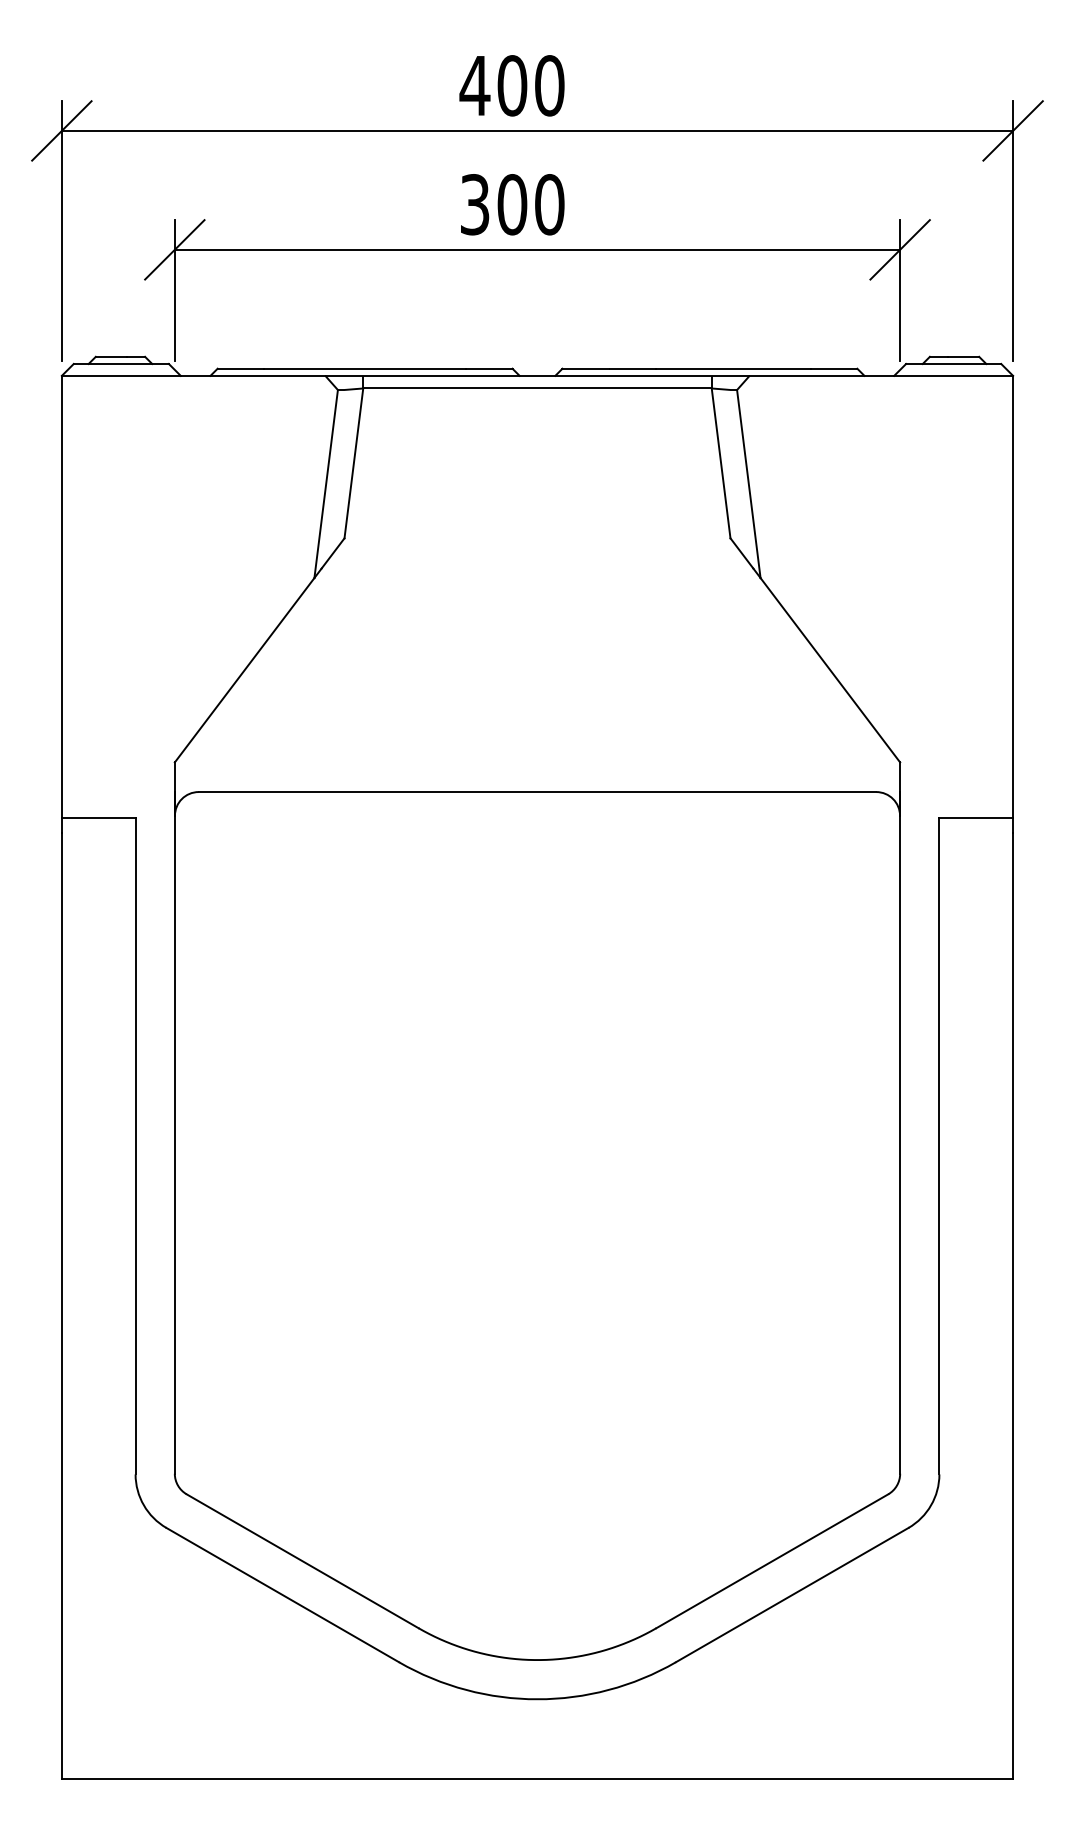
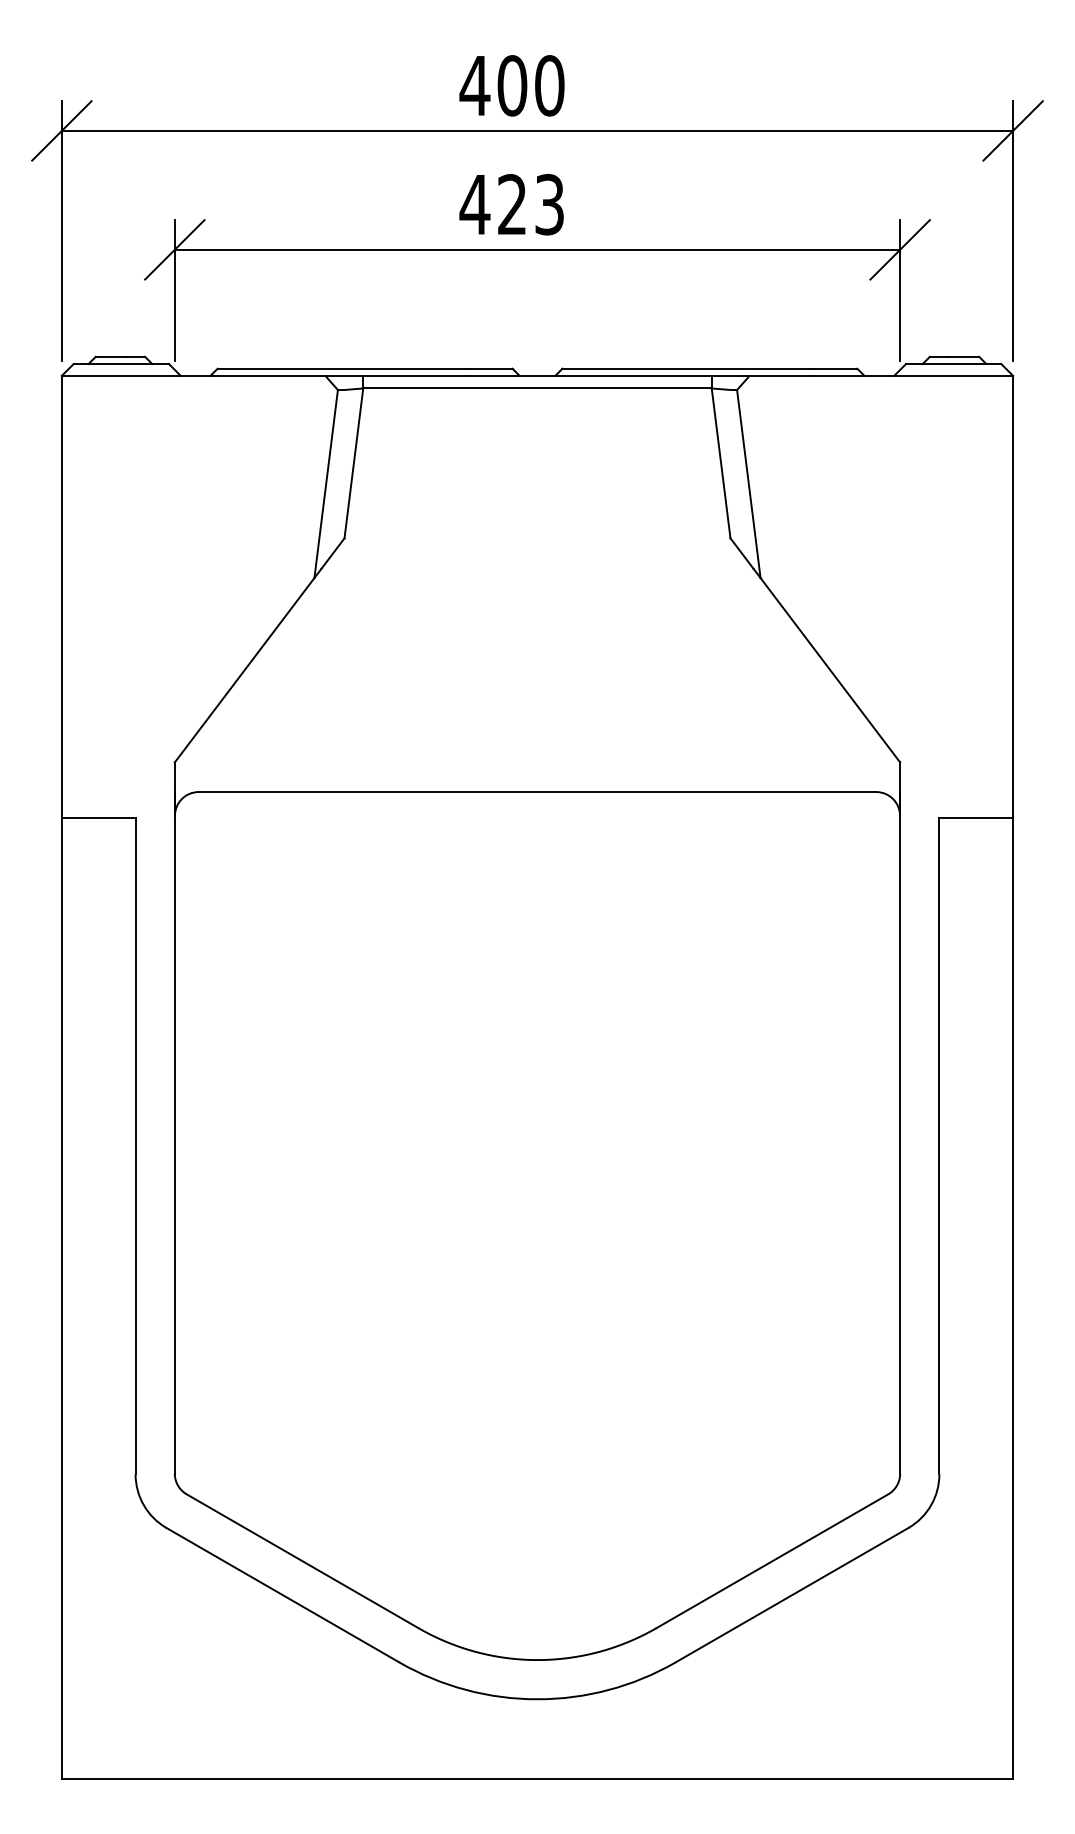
text at (511, 204): 300 -> 423
